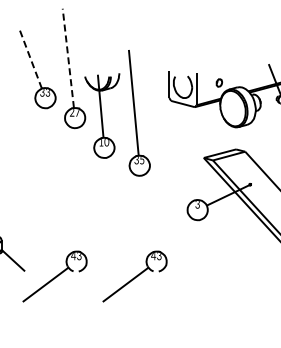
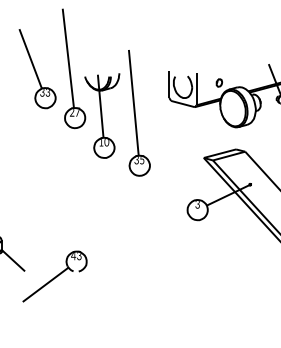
line at (30, 58): dashed -> solid
line at (68, 58): dashed -> solid
part at (134, 276): present -> none
